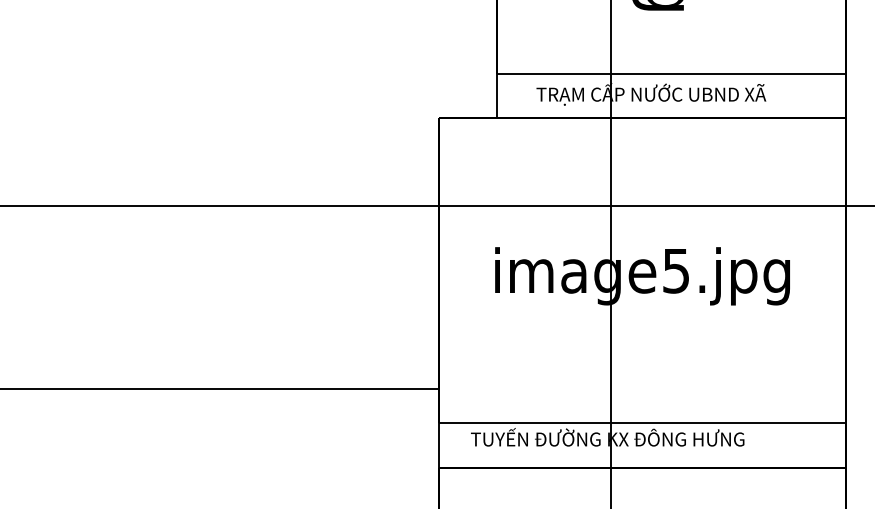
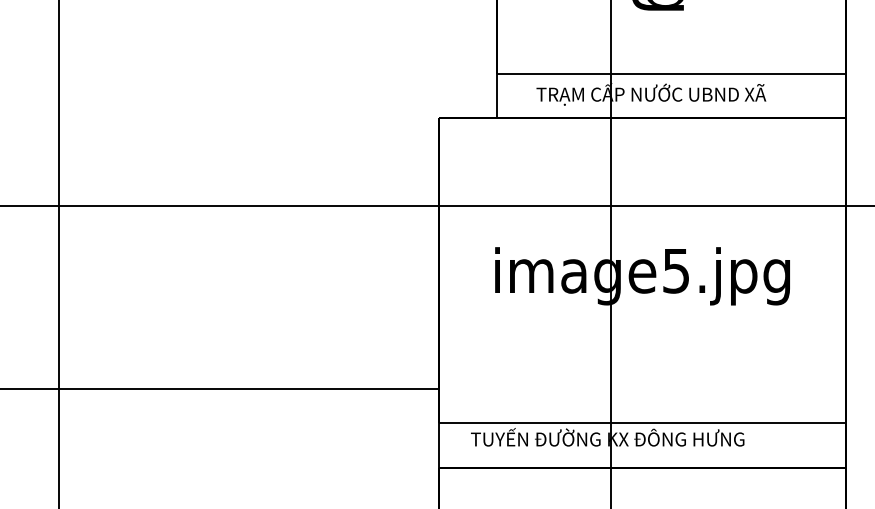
line at (58, 253): none -> present
